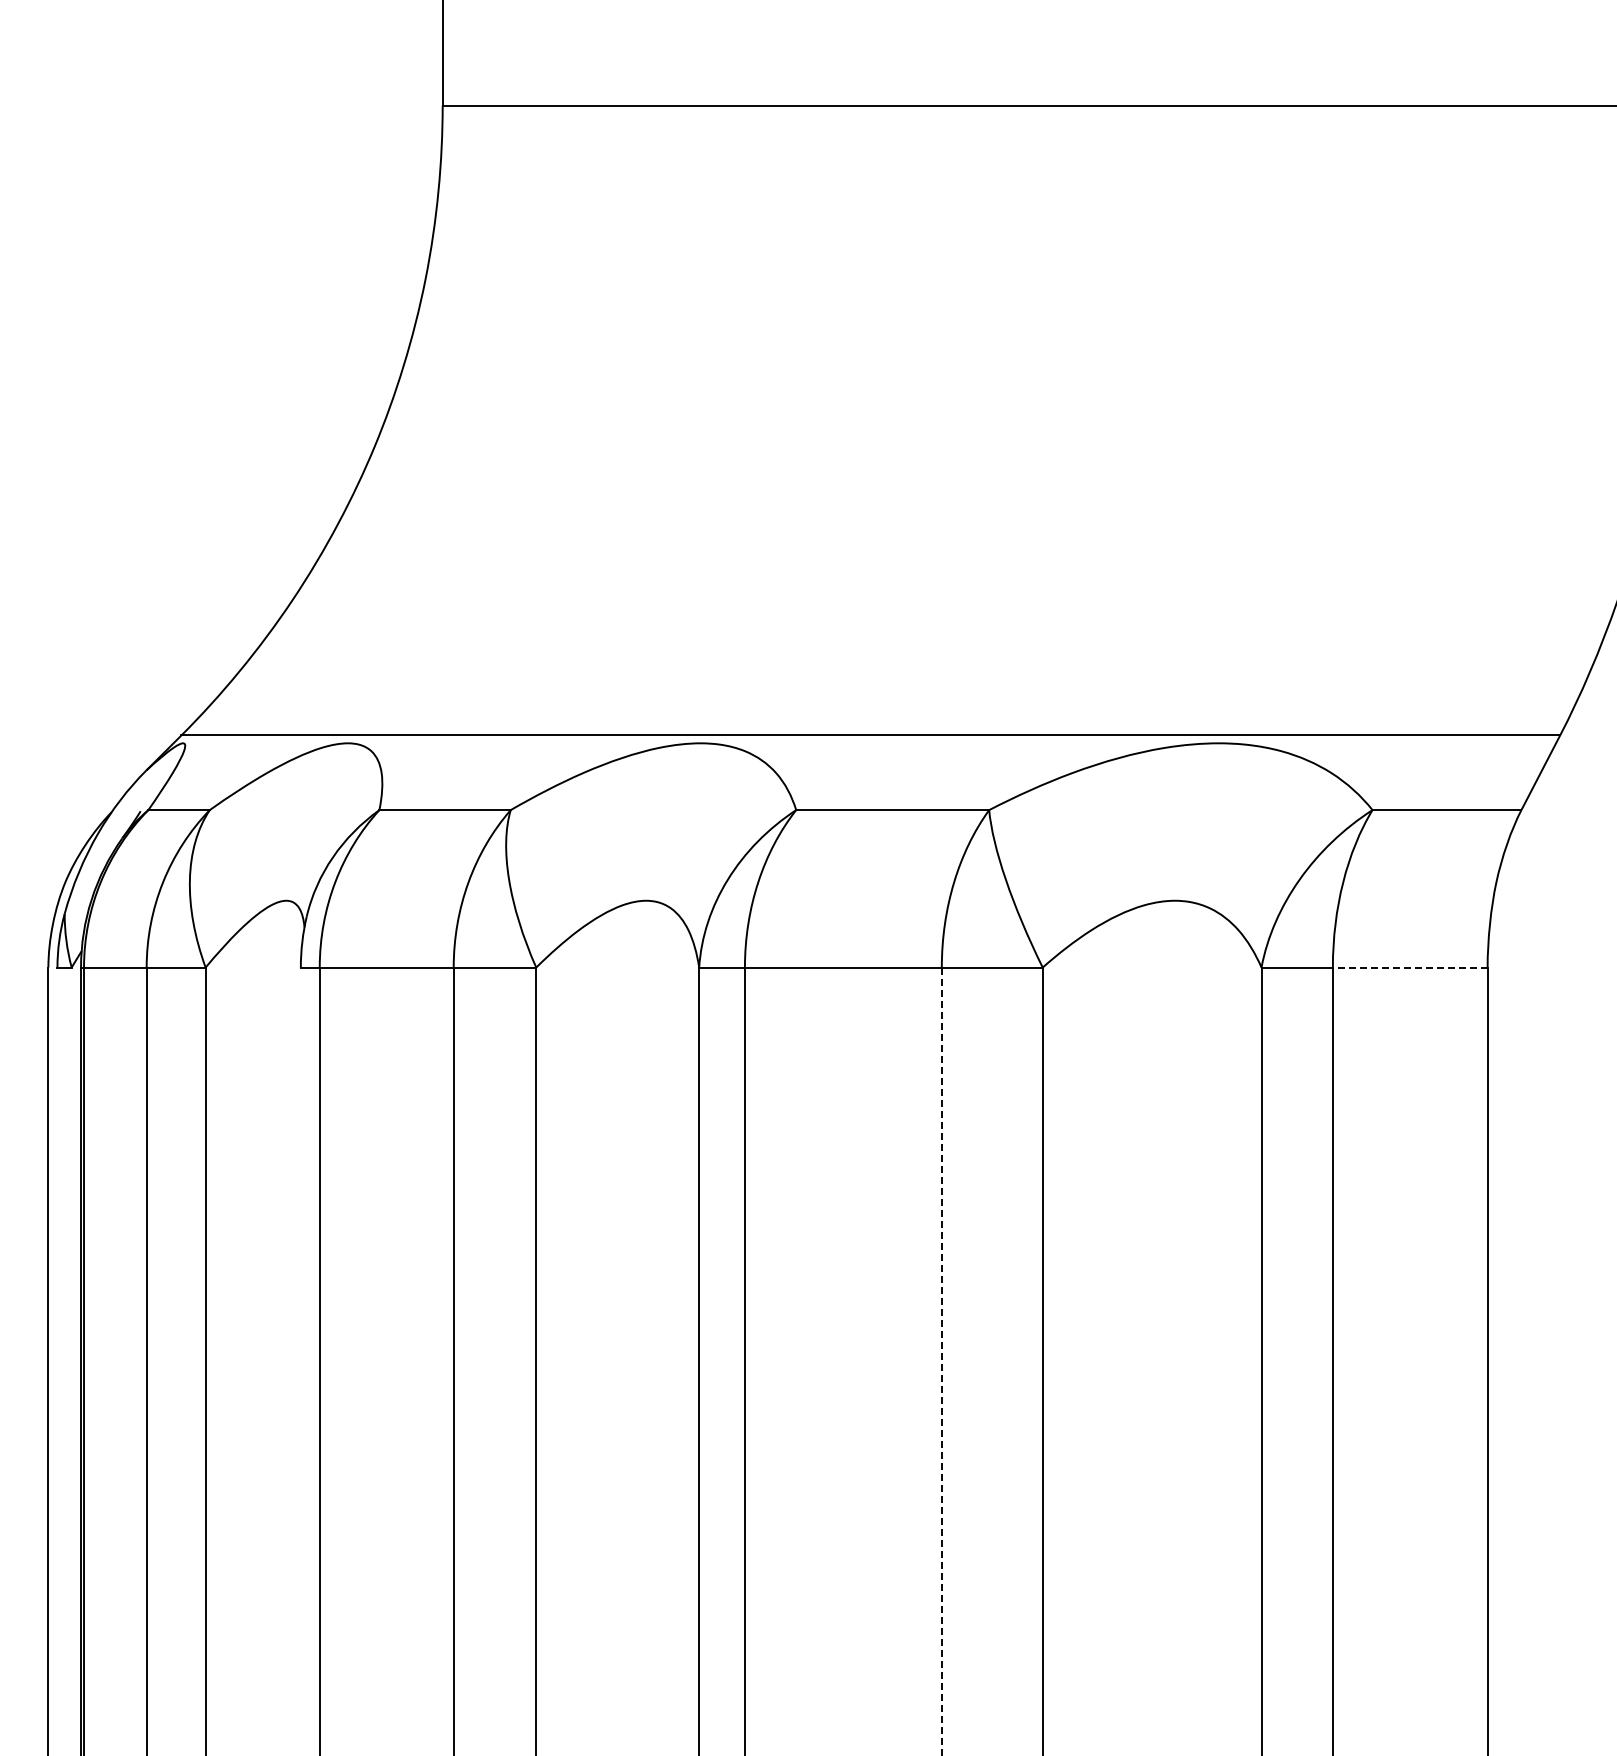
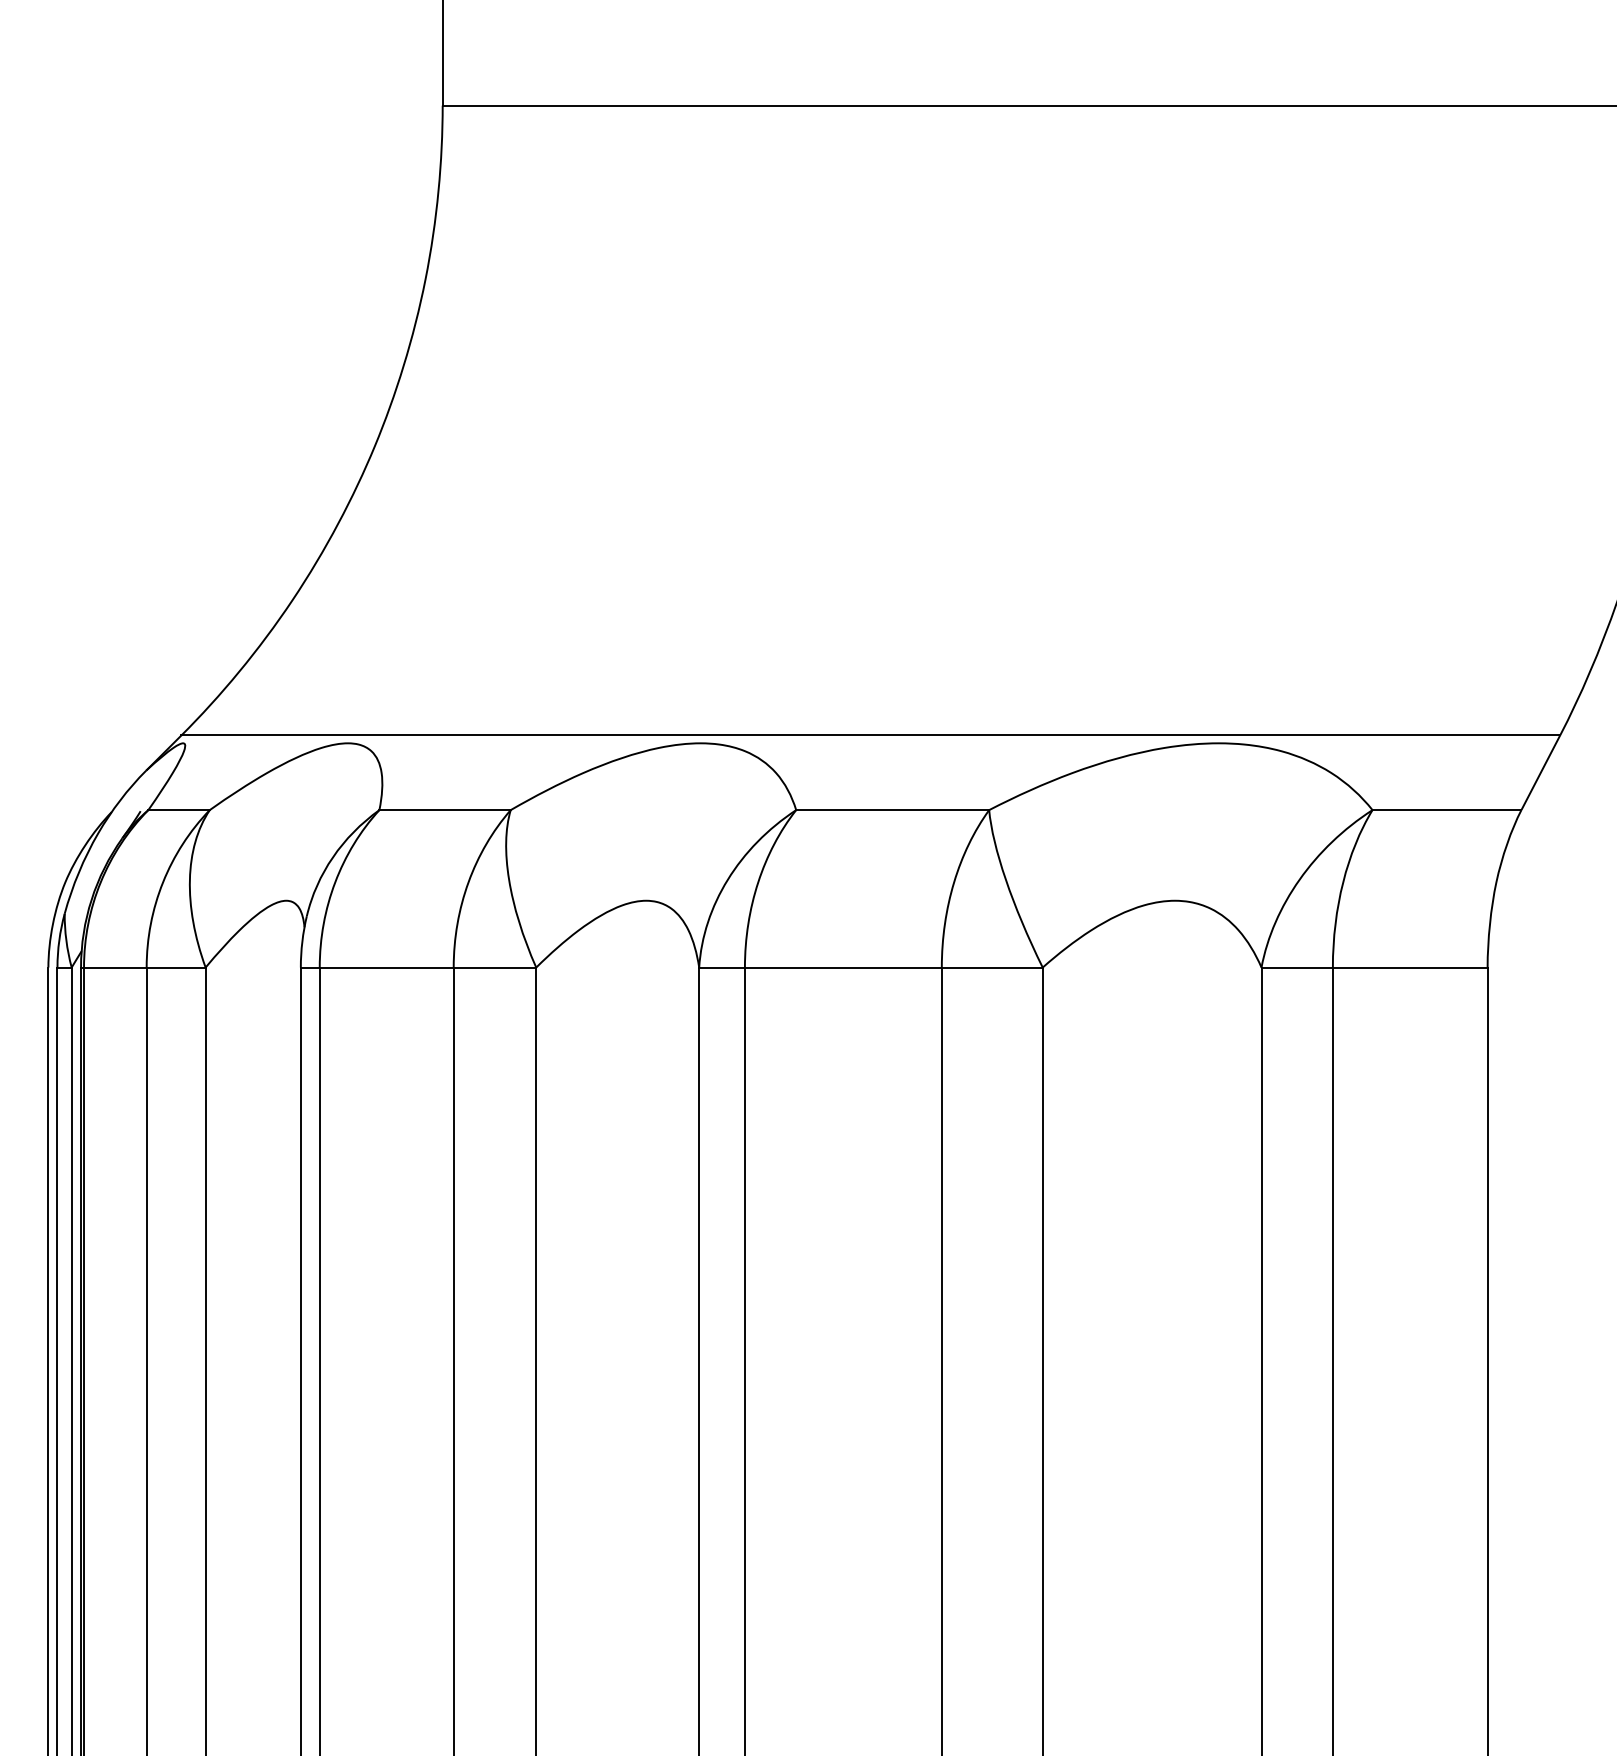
line at (1409, 967): dashed -> solid
line at (57, 1359): none -> present
line at (71, 1359): none -> present
line at (300, 1359): none -> present
line at (941, 1361): dashed -> solid
